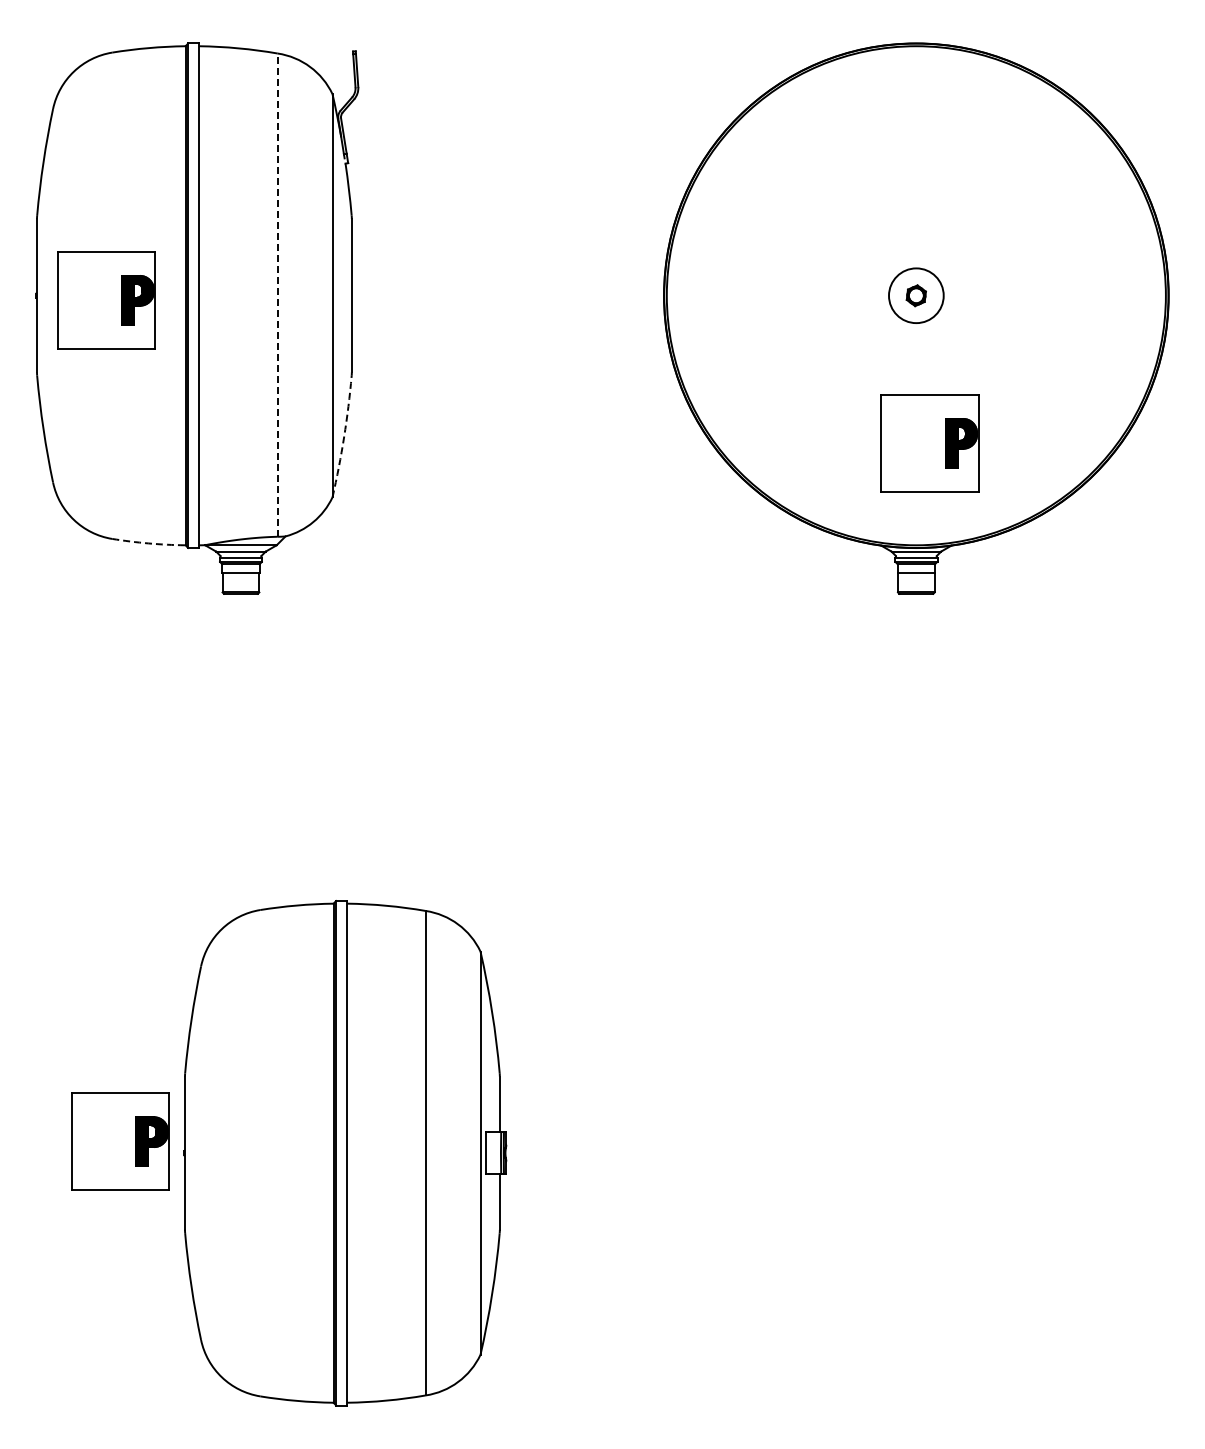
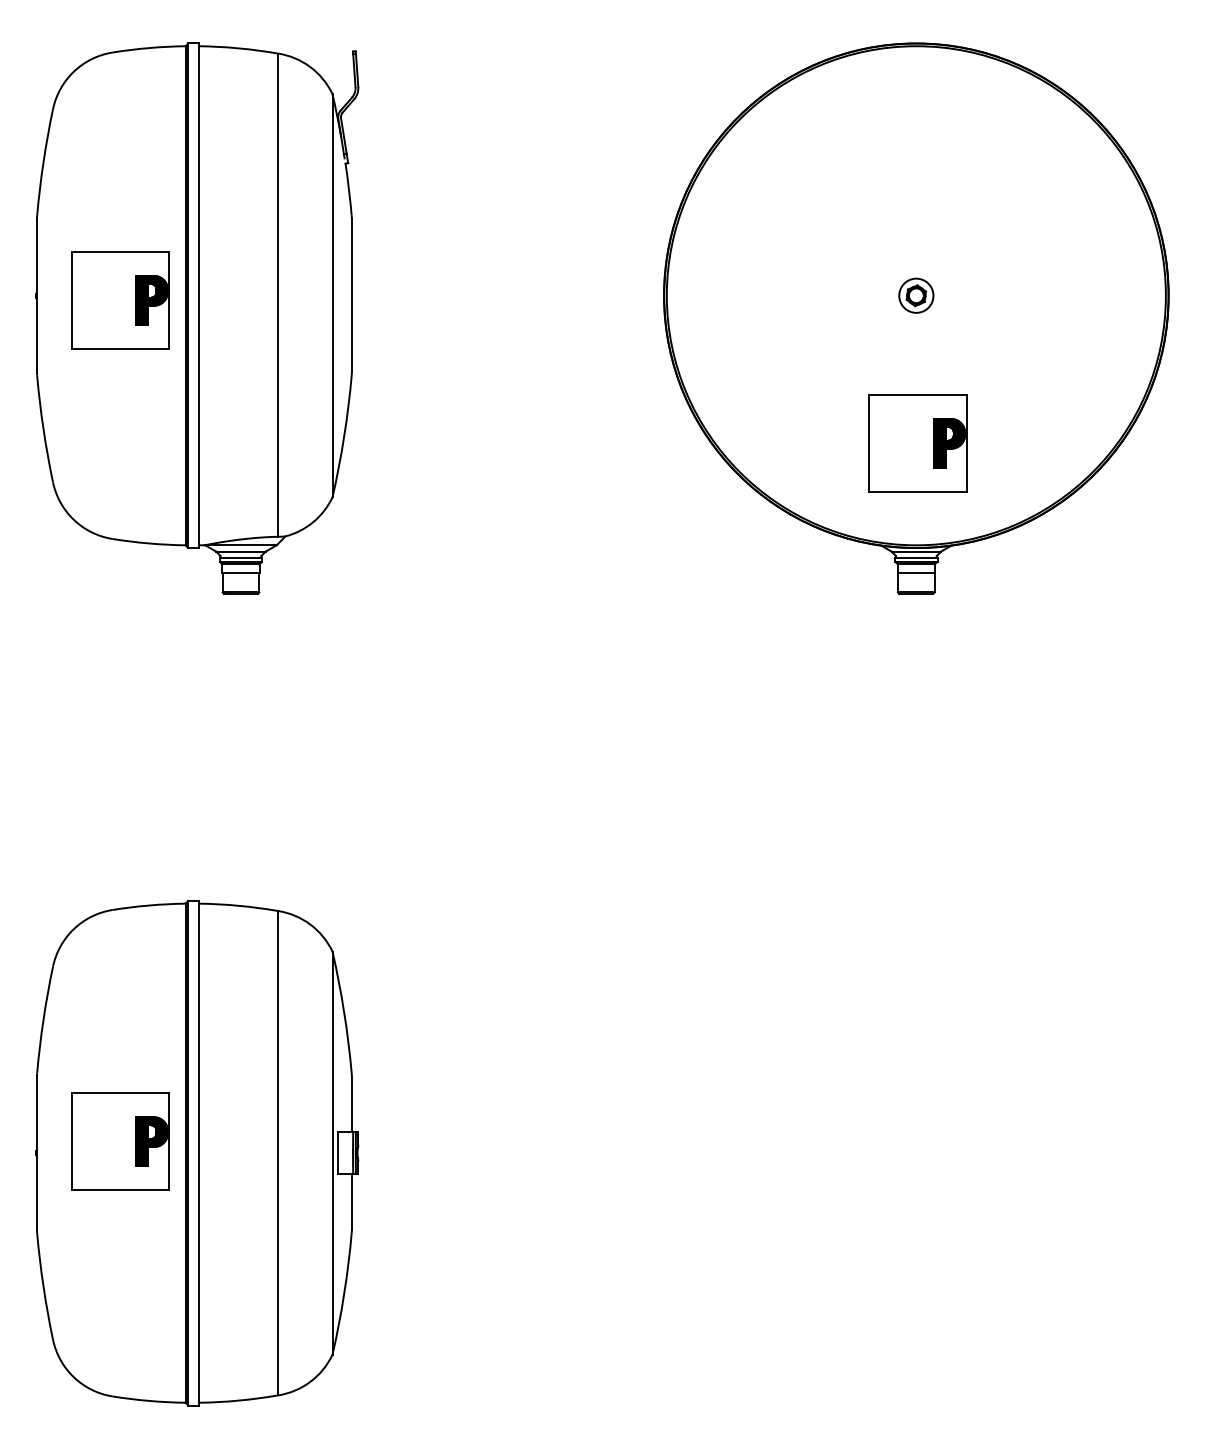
line at (277, 295): dashed -> solid
circle at (916, 295) diameter: 55 px -> 34 px
part at (106, 300) position: (106, 300) -> (120, 300)
arc at (344, 436): dashed -> solid
part at (929, 443) position: (929, 443) -> (917, 443)
arc at (148, 543): dashed -> solid
part at (345, 1153) position: (345, 1153) -> (197, 1153)
